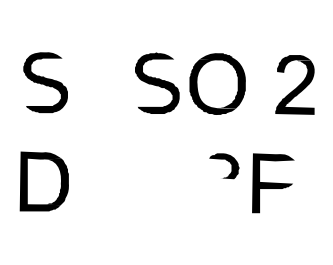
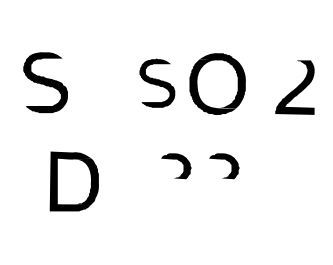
fill at (294, 63): present -> none
part at (157, 82) size: 45x62 px -> 37x50 px
part at (176, 166): none -> present
part at (43, 181) position: (43, 181) -> (73, 181)
fill at (273, 183): present -> none
